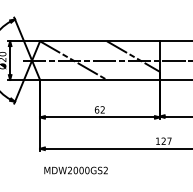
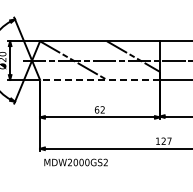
line at (99, 79): solid -> dashed
text at (75, 170) position: (75, 170) -> (75, 162)
